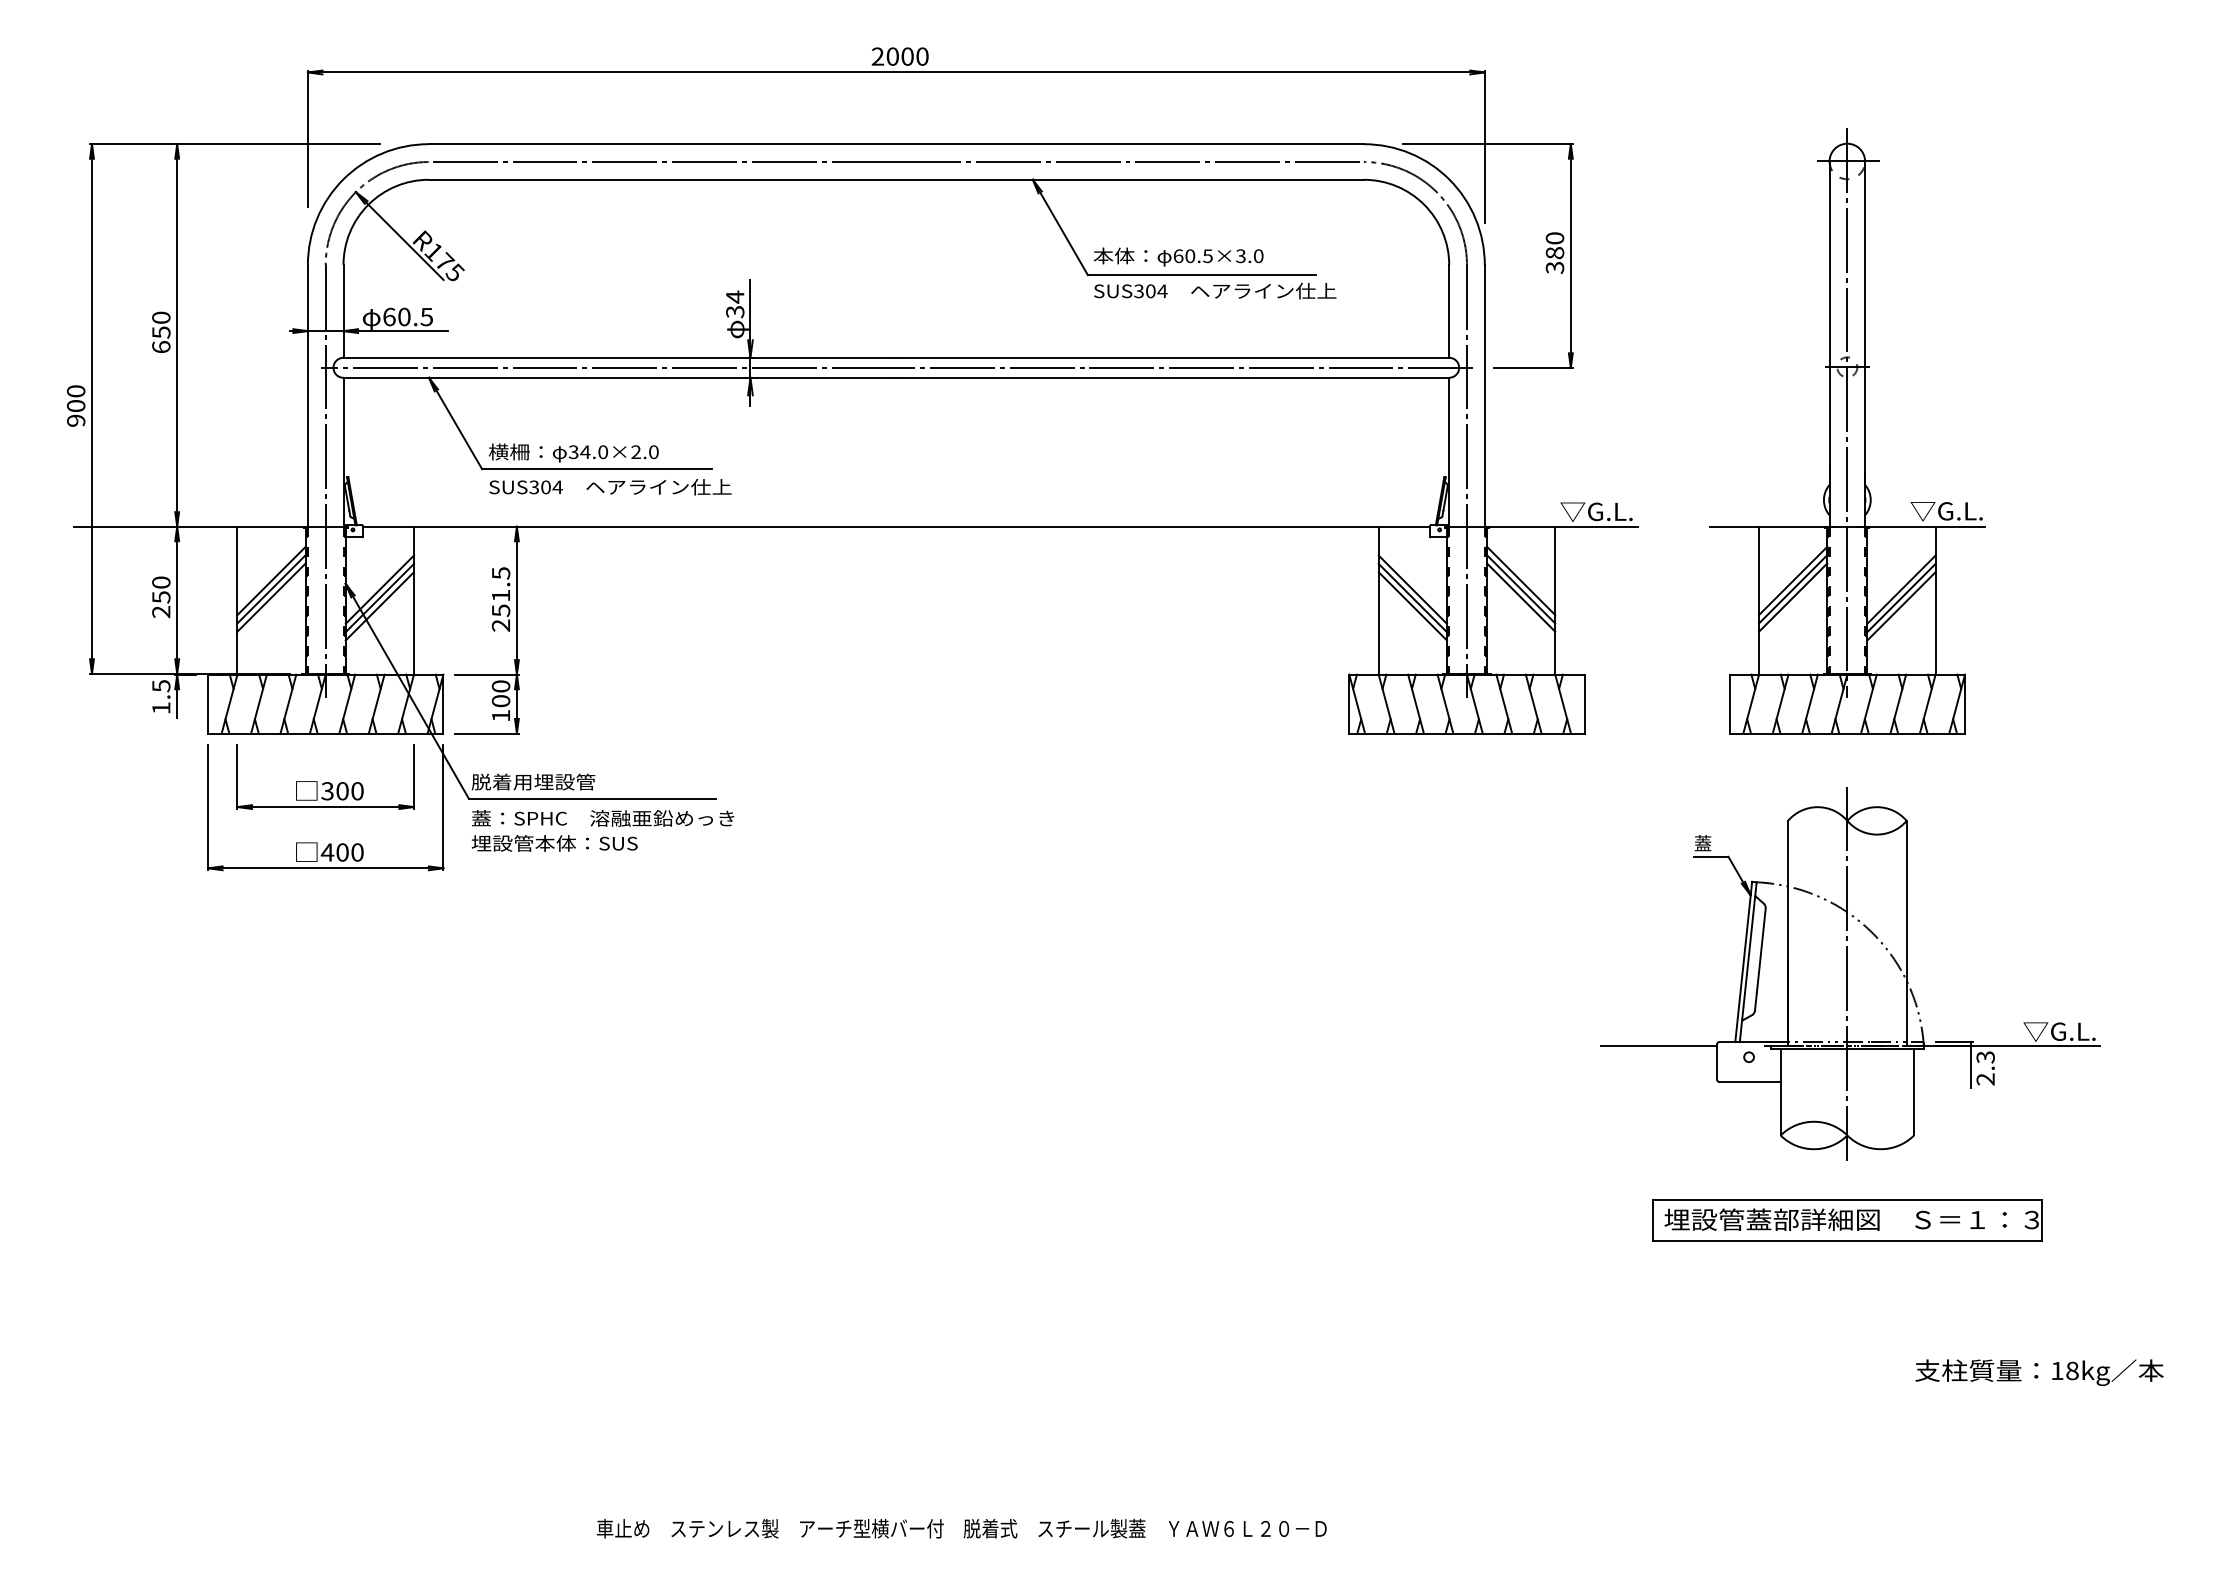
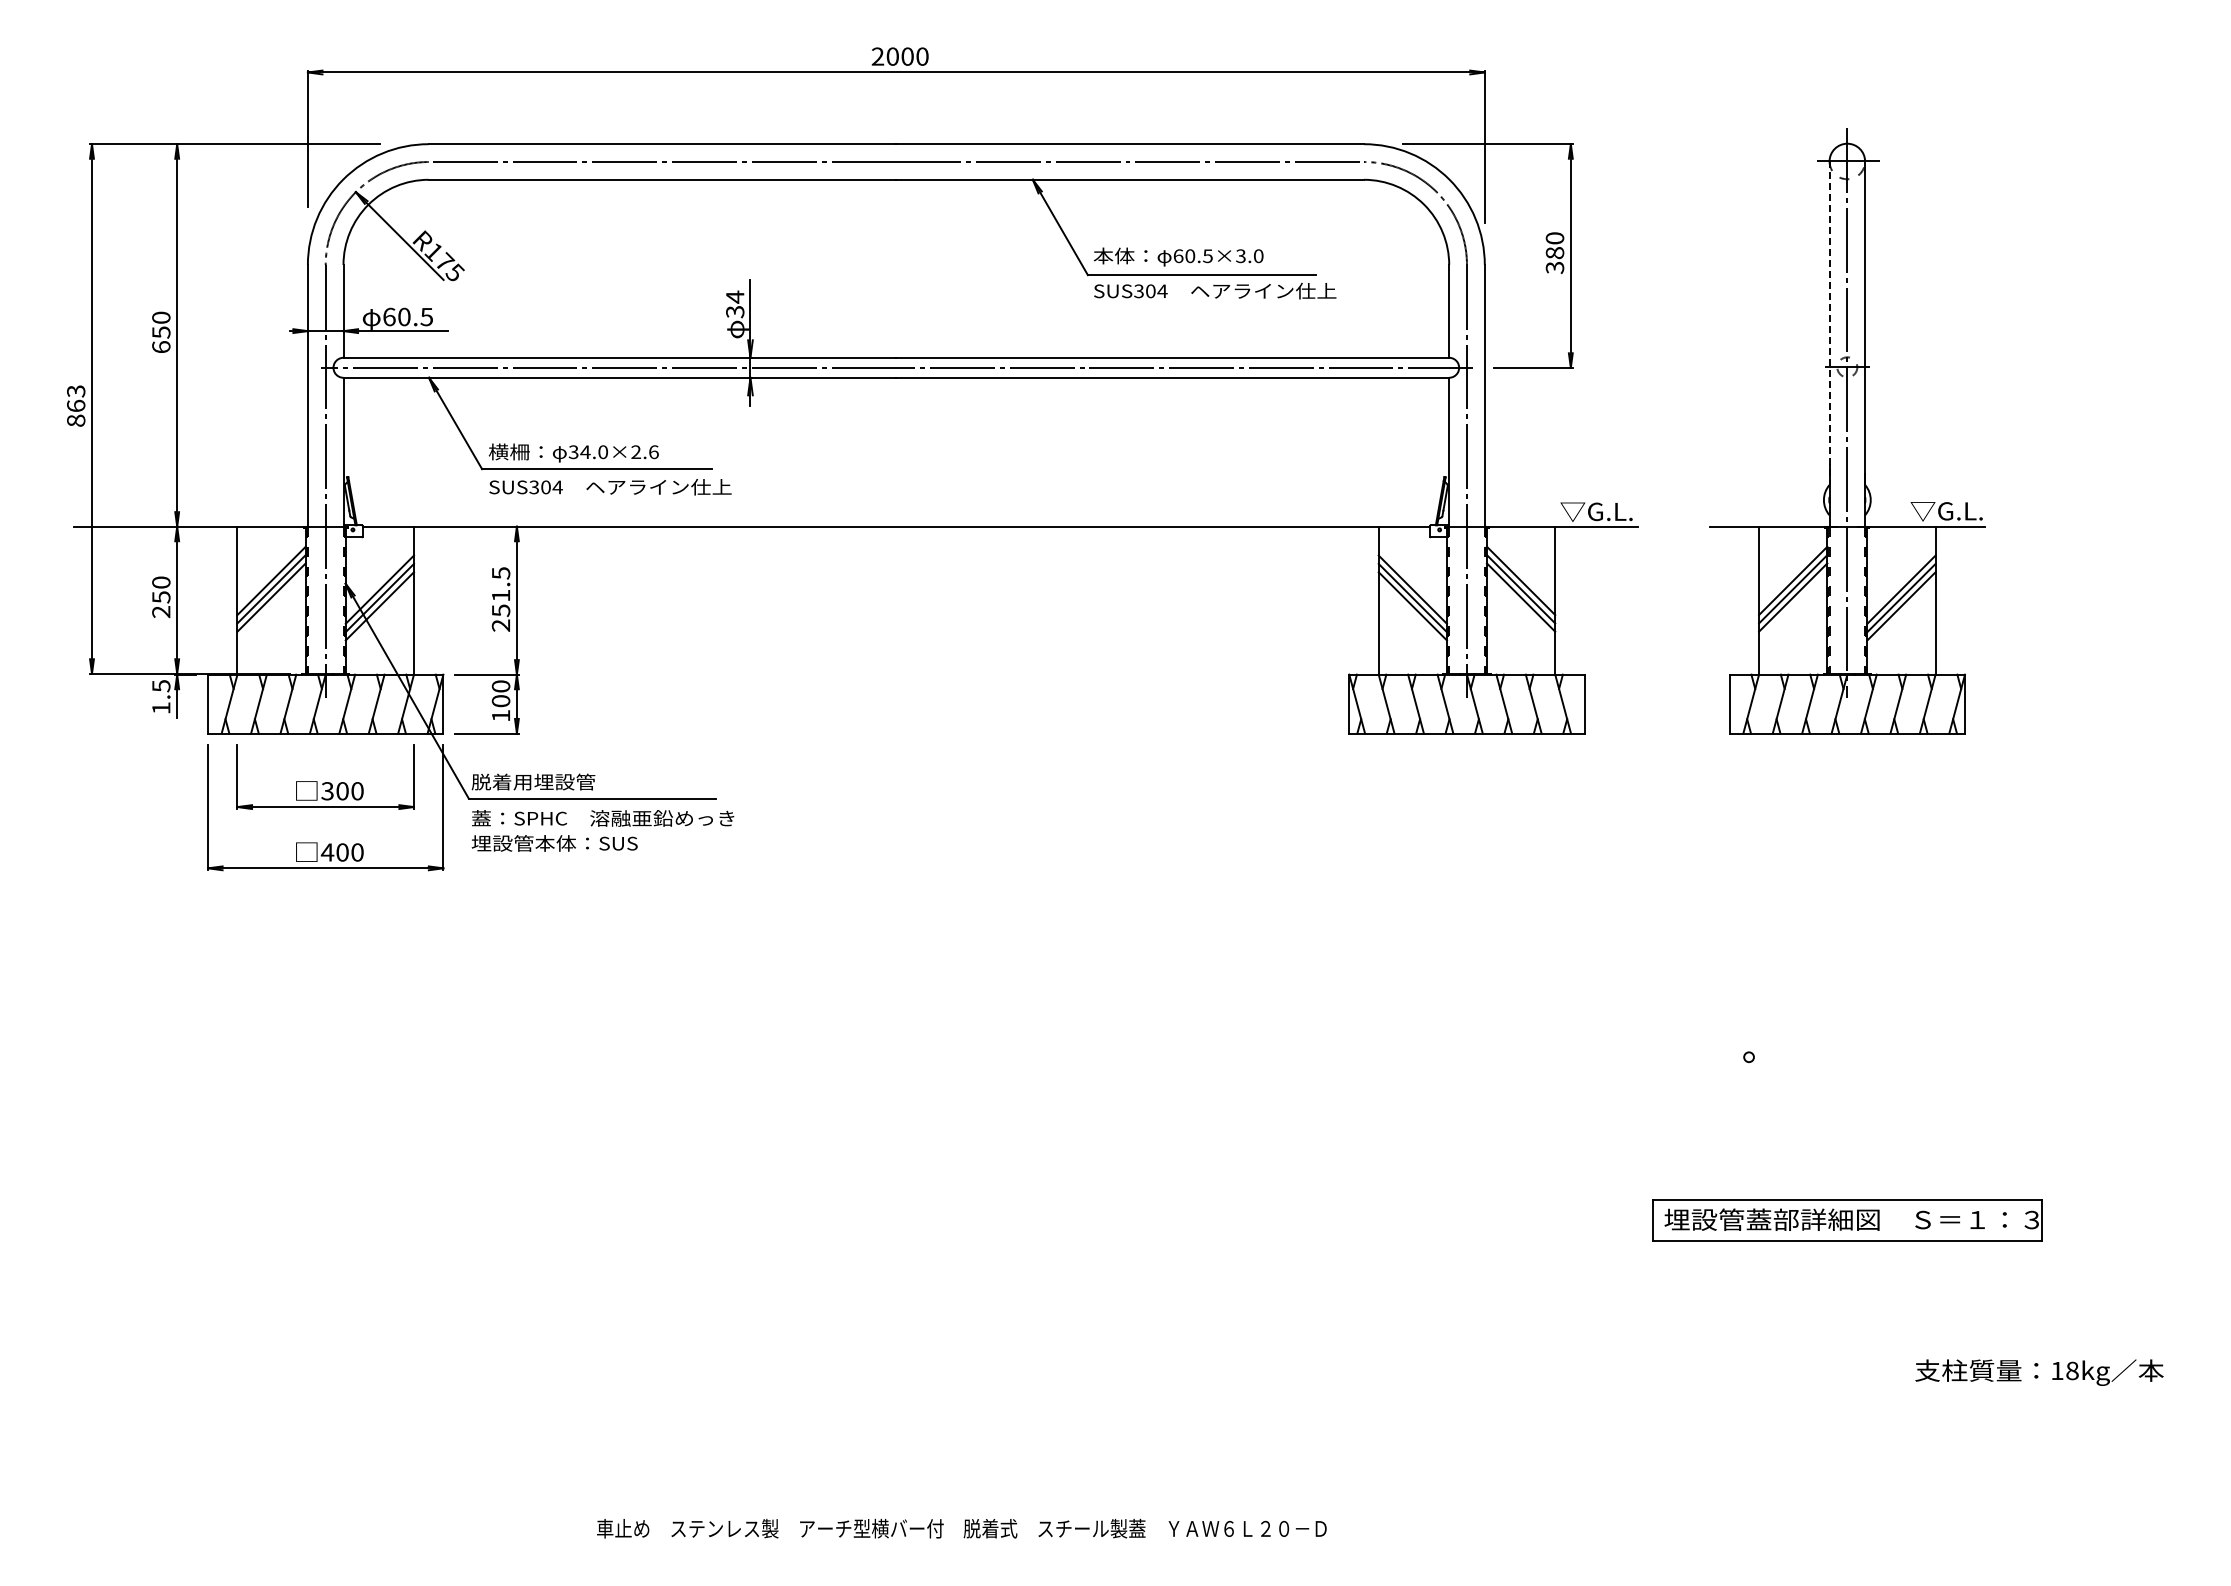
line at (1829, 323): solid -> dashed
text at (76, 405): 900 -> 863
text at (653, 451): 34.0×2.0 -> 34.0×2.6
part at (1850, 973): present -> none
